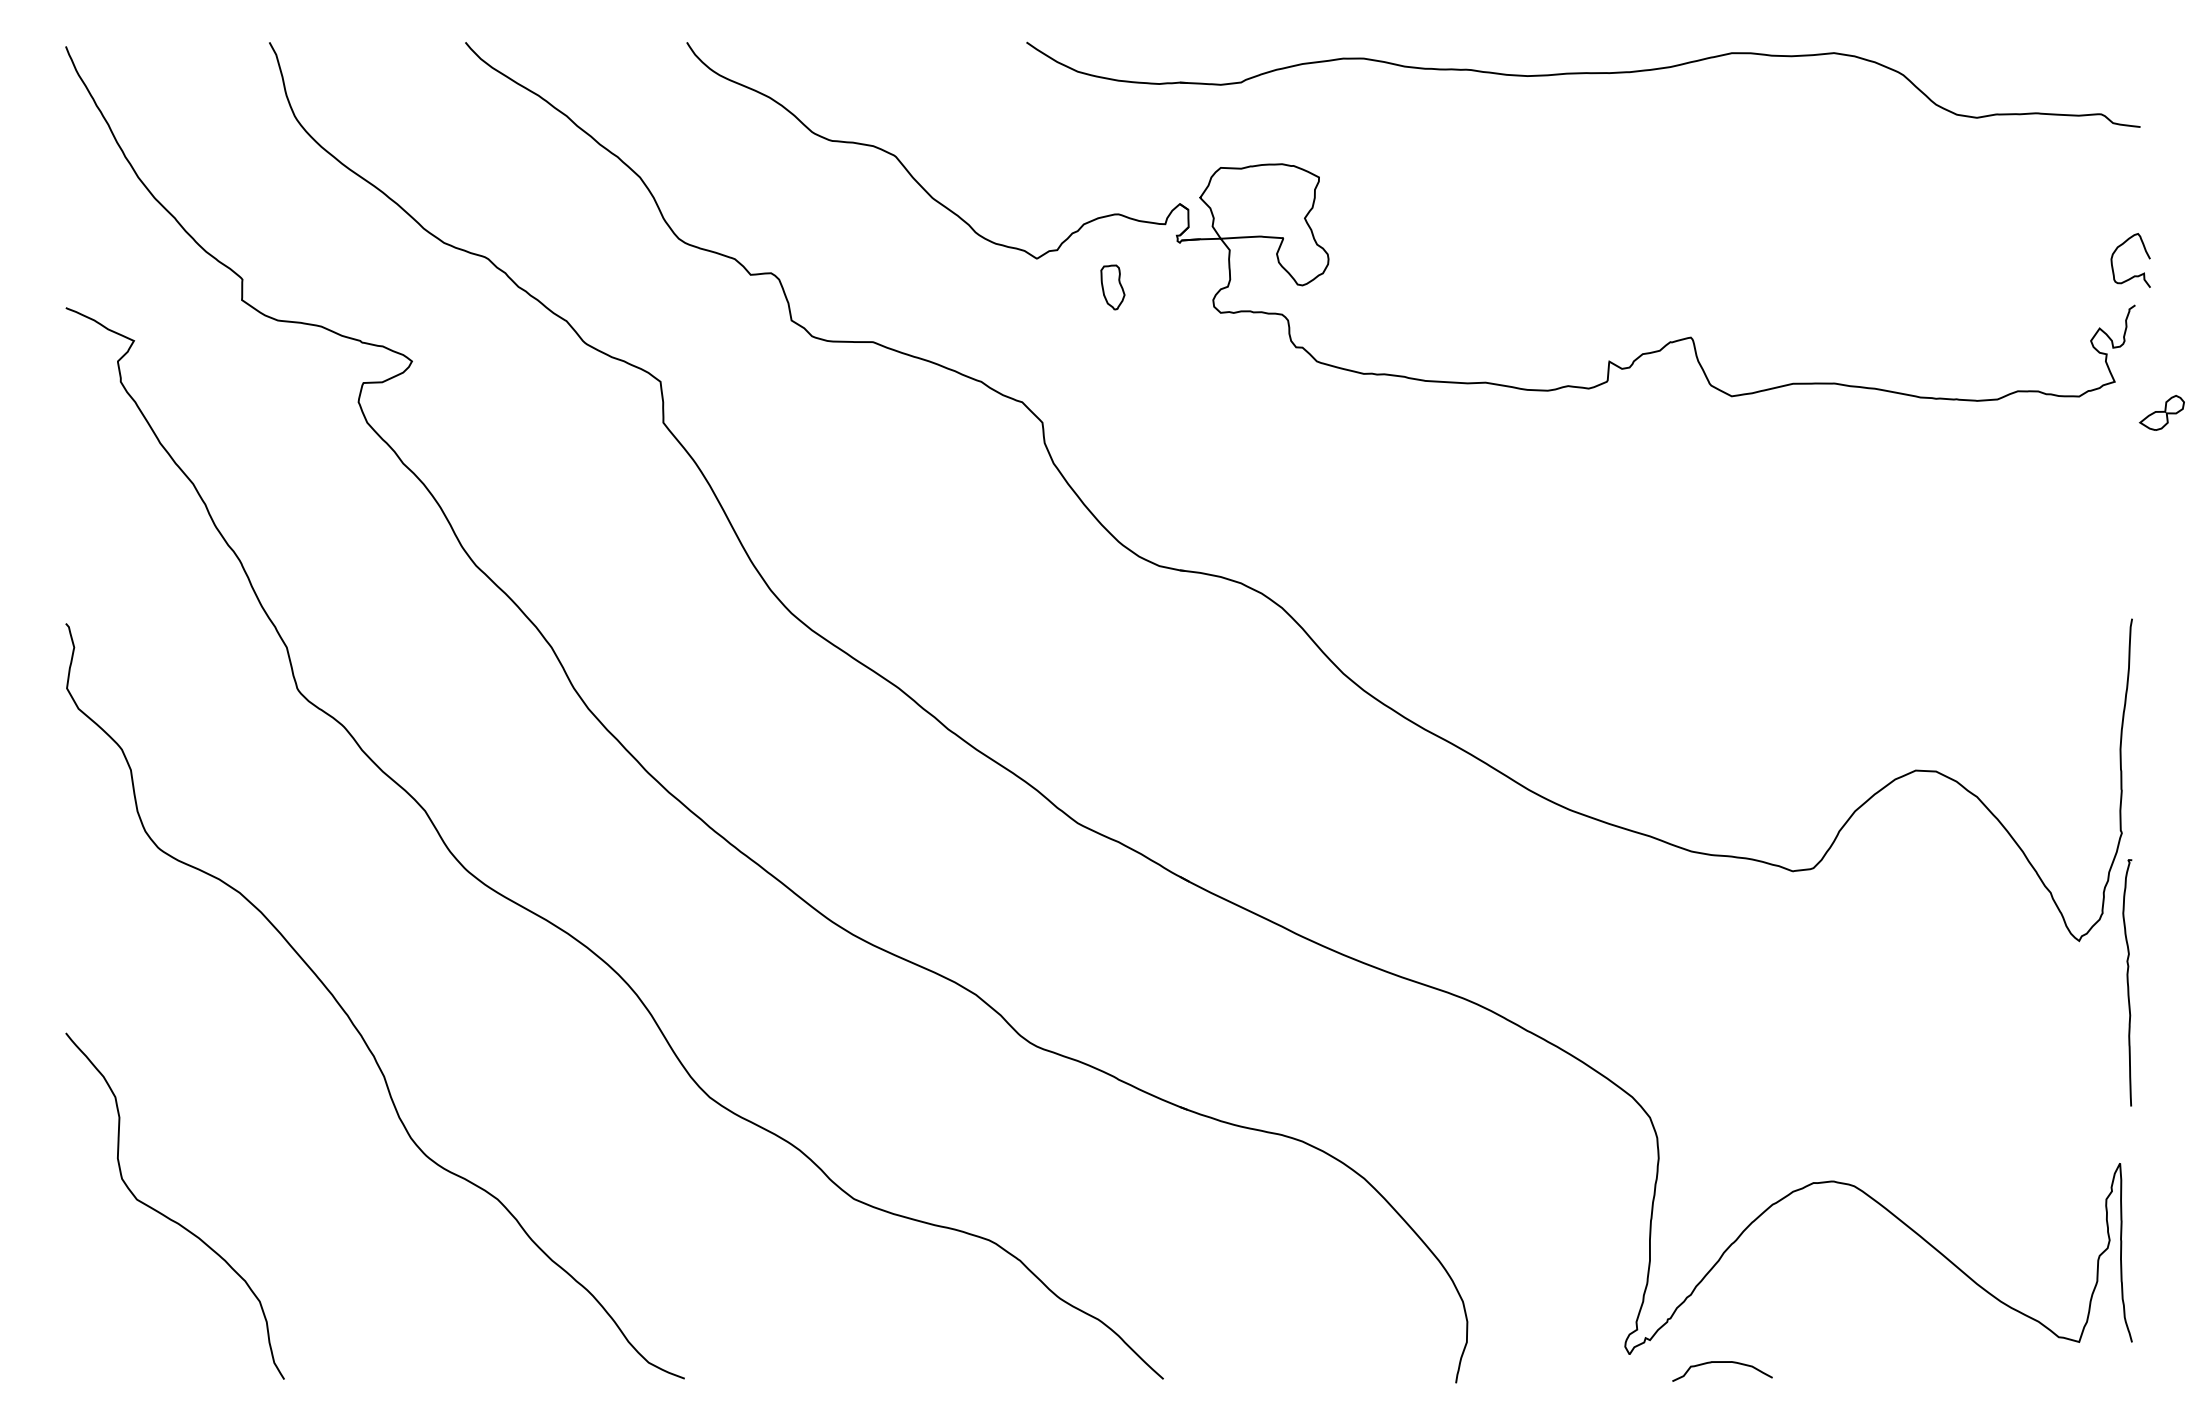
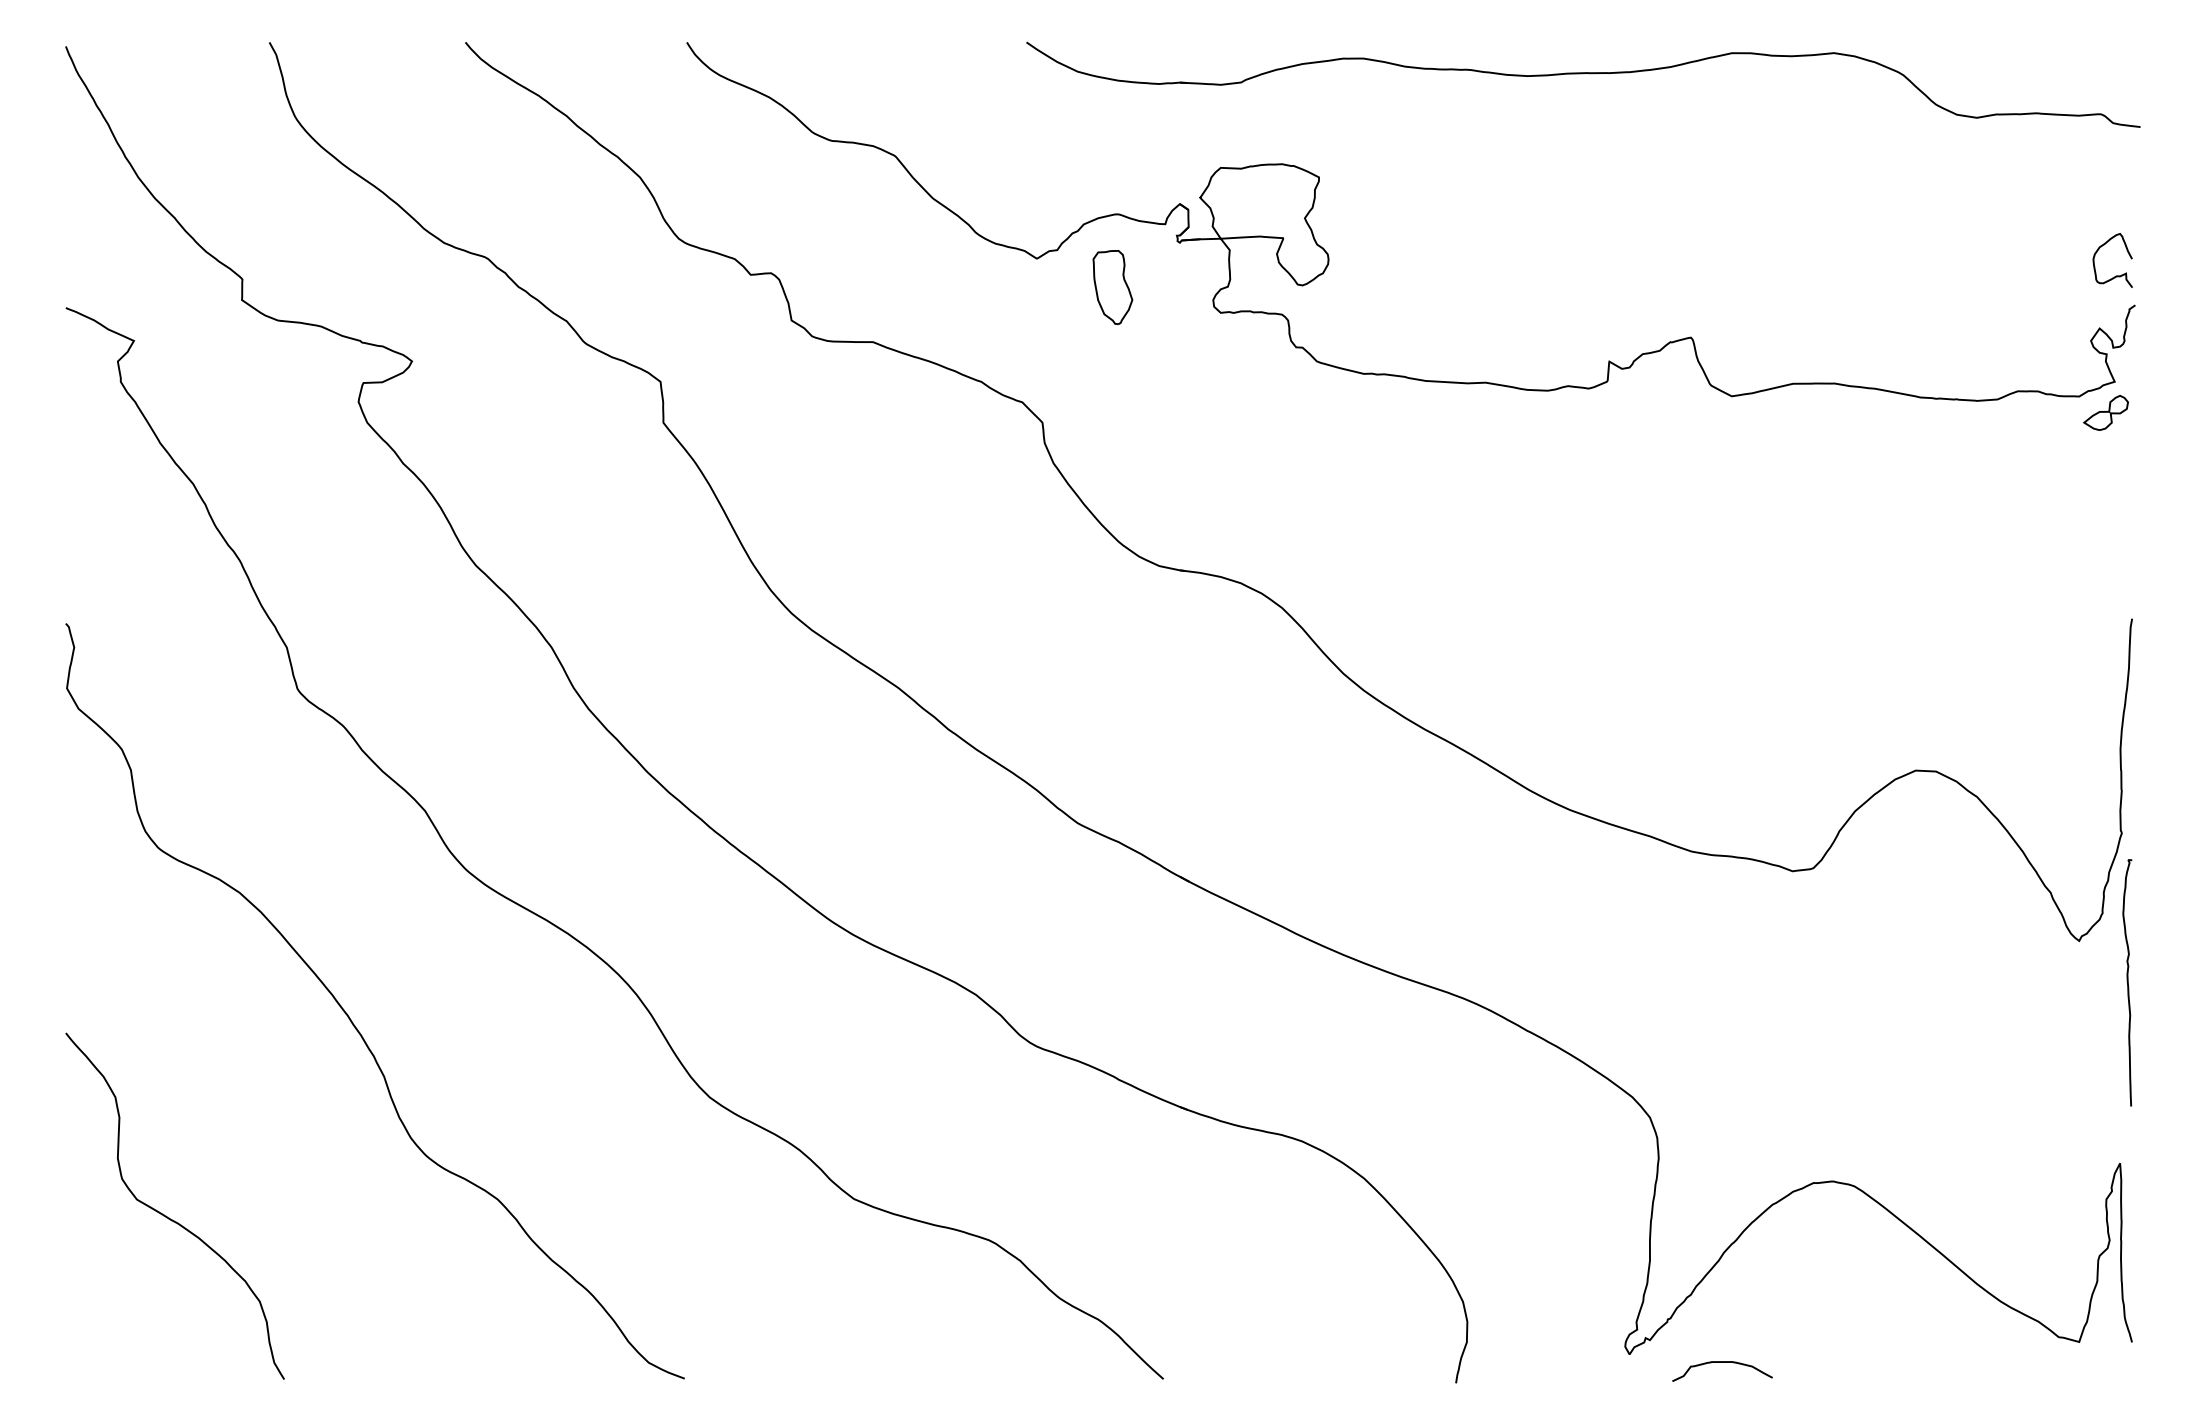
curve at (2133, 275) position: (2133, 275) -> (2115, 275)
part at (1112, 287) size: 26x47 px -> 42x75 px
part at (2161, 412) position: (2161, 412) -> (2105, 412)
